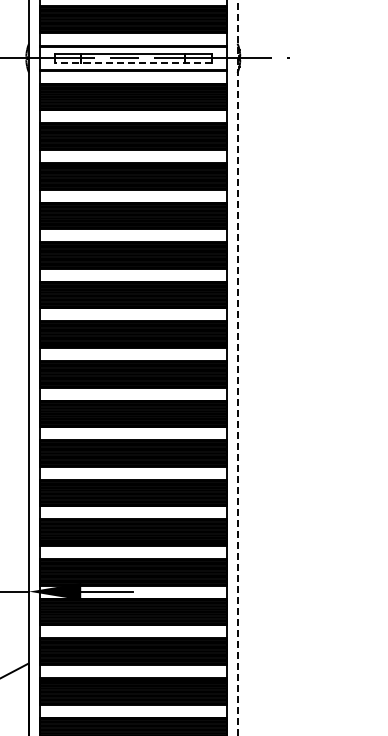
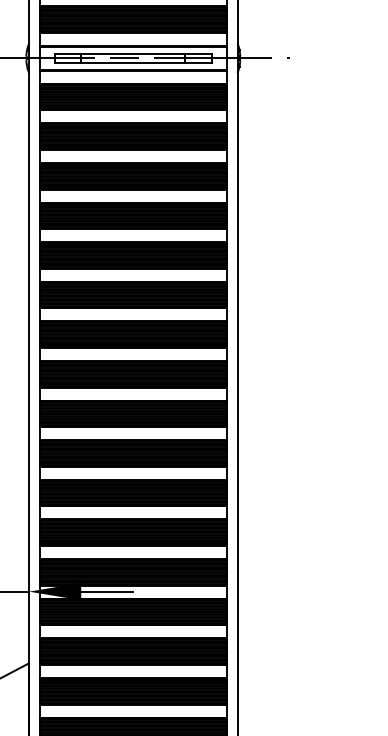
line at (132, 62): dashed -> solid
line at (237, 367): dashed -> solid
